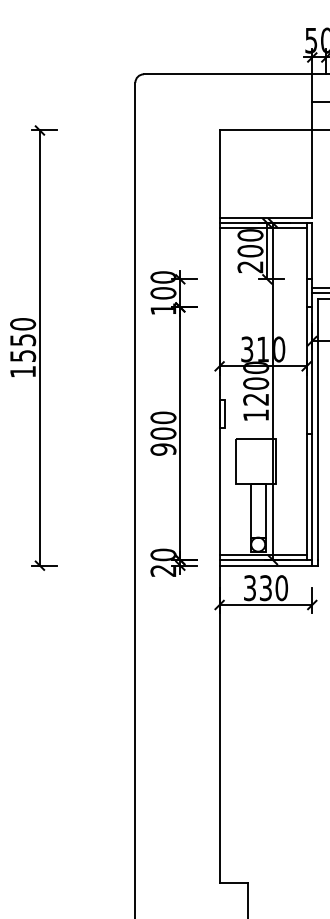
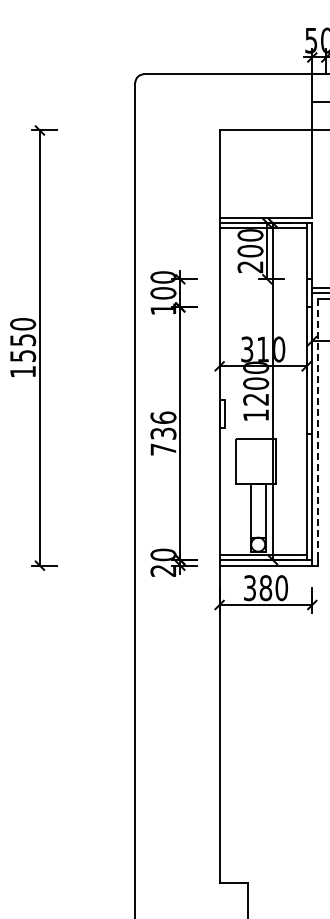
line at (317, 429): solid -> dashed
text at (163, 433): 900 -> 736
text at (265, 588): 330 -> 380
